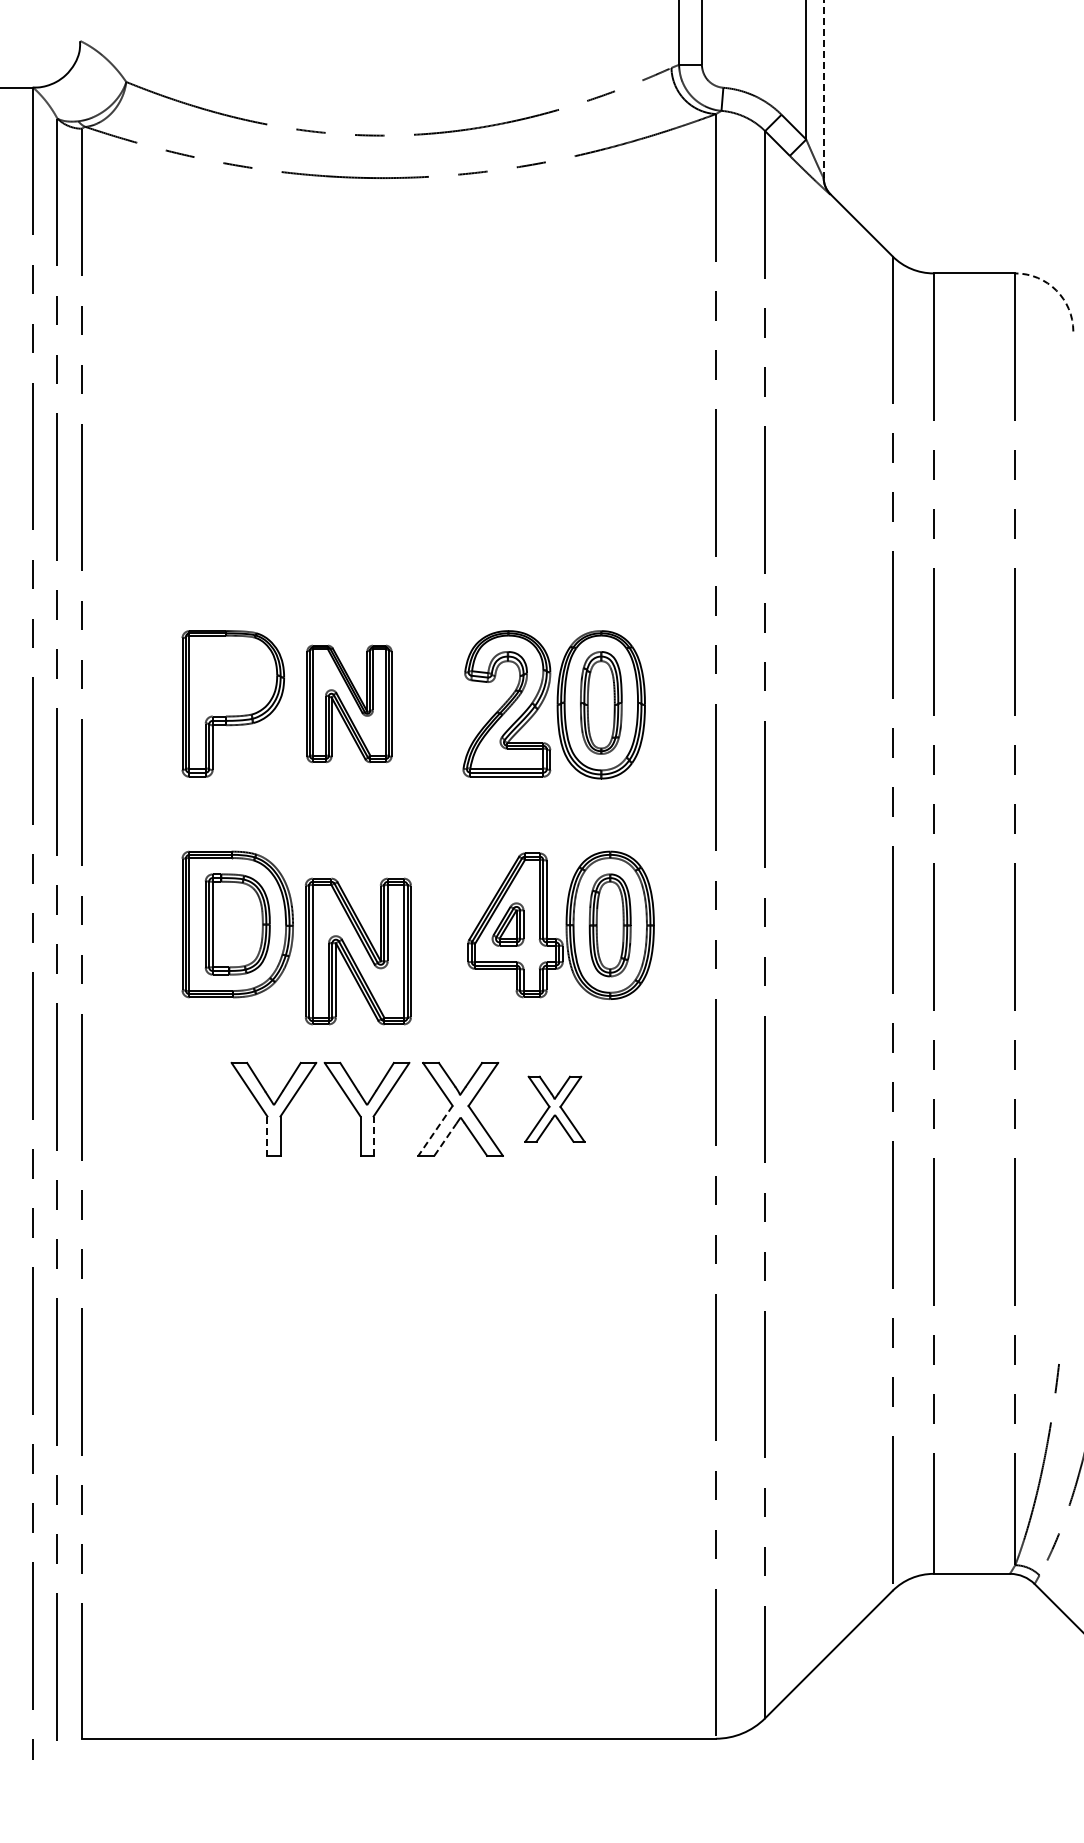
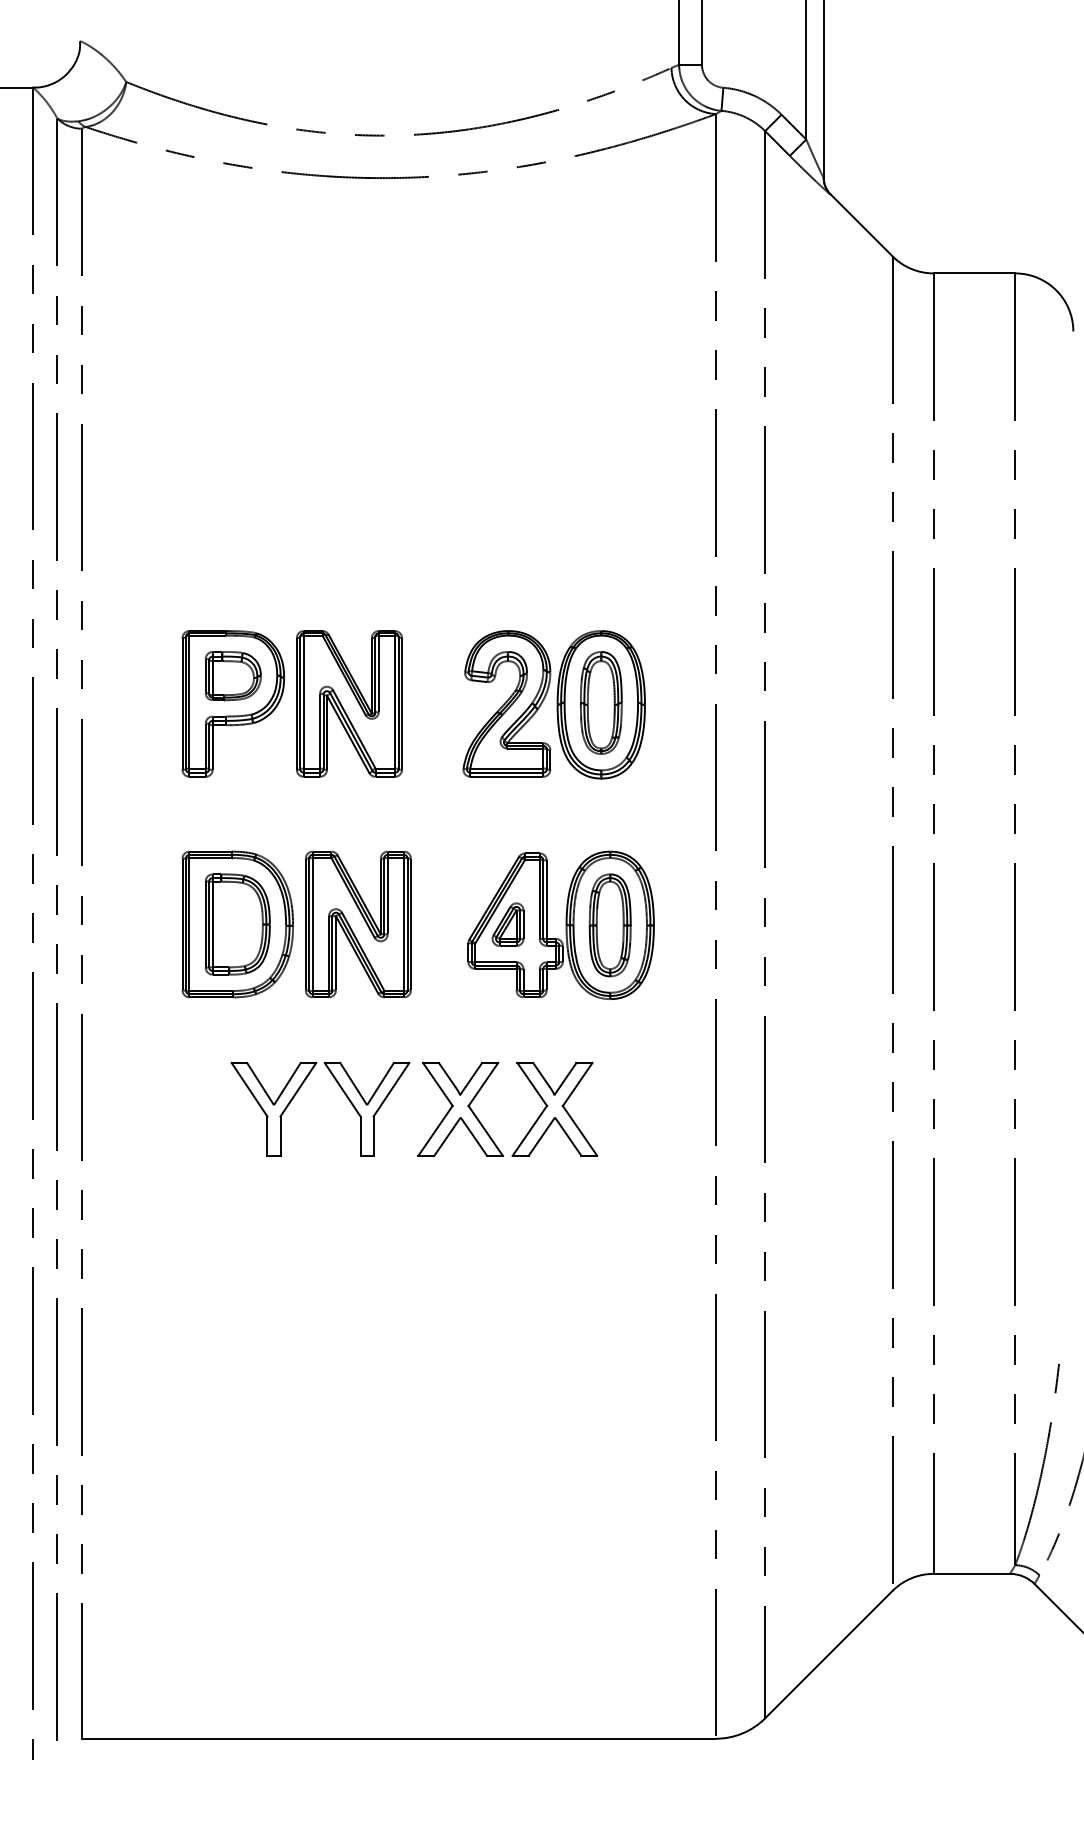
line at (823, 89): dashed -> solid
arc at (1056, 290): dashed -> solid
part at (232, 676): none -> present
part at (349, 703) size: 87x120 px -> 107x148 px
part at (358, 951) position: (358, 951) -> (358, 924)
part at (554, 1108) size: 62x68 px -> 88x96 px
line at (435, 1131): dashed -> solid
line at (267, 1136): dashed -> solid
line at (373, 1136): dashed -> solid
line at (445, 1139): dashed -> solid
